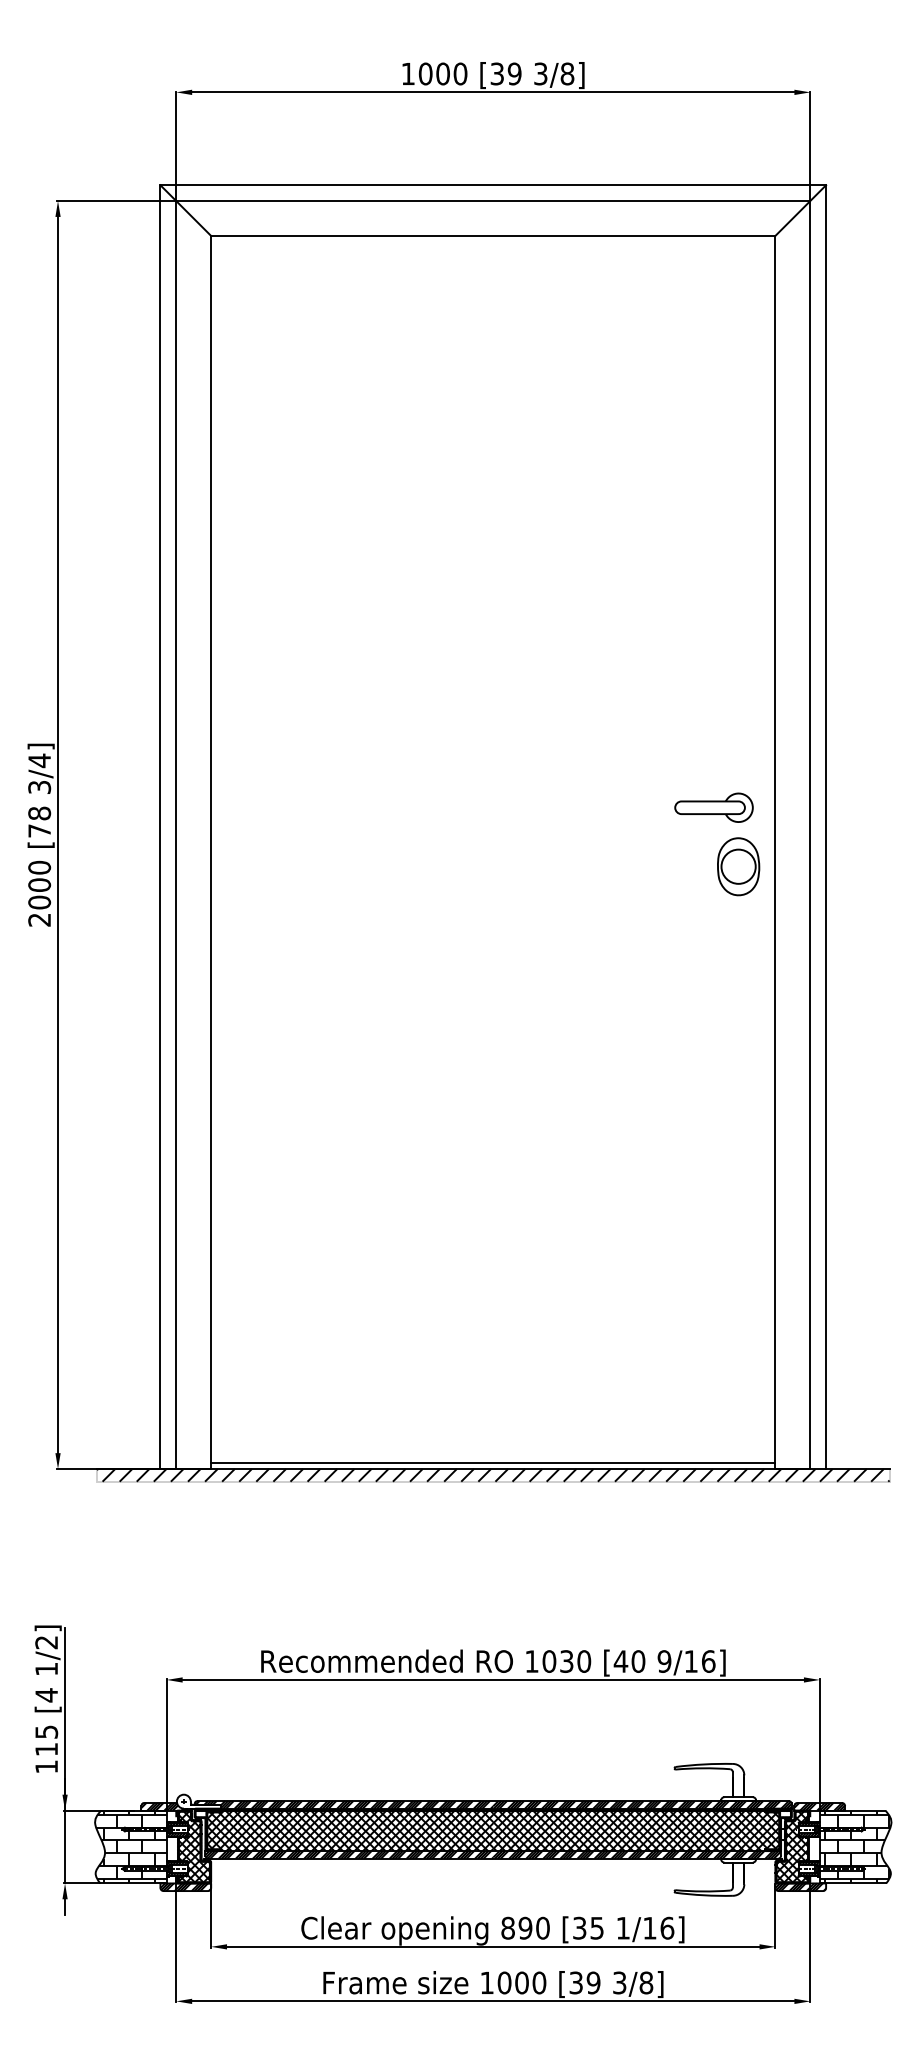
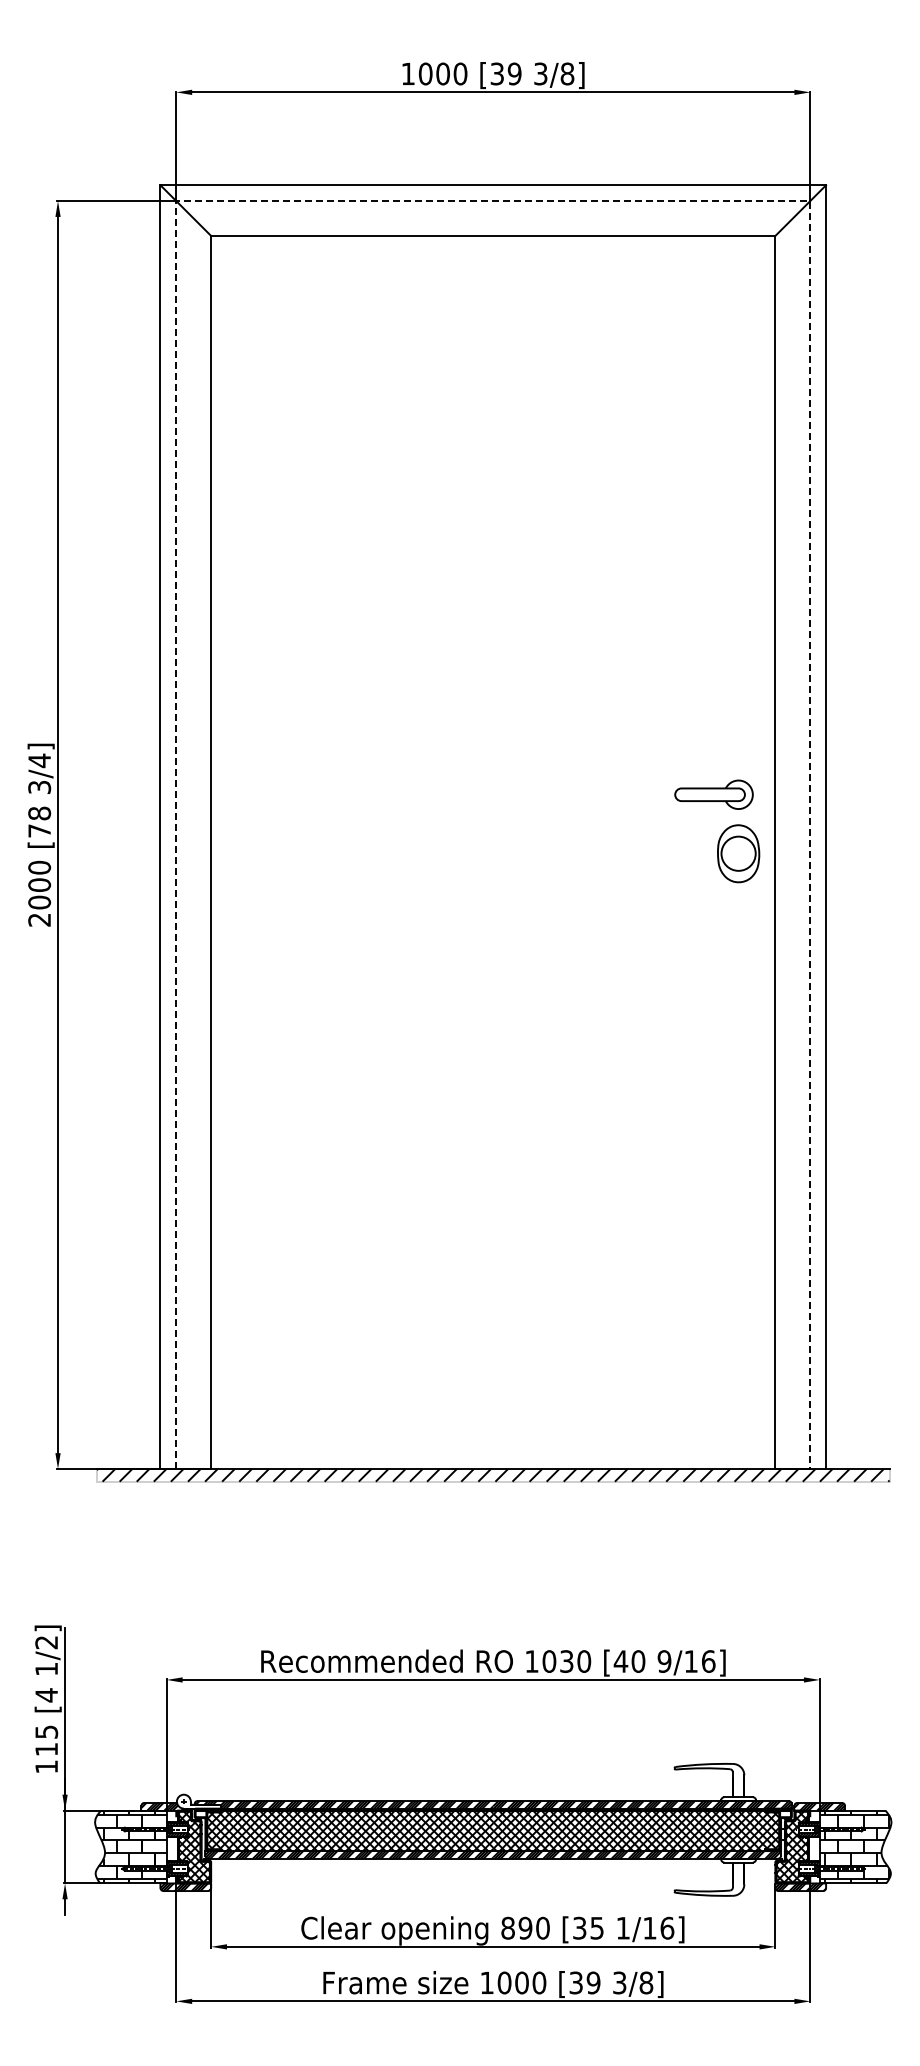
line at (493, 201): solid -> dashed
part at (717, 844) position: (717, 844) -> (717, 831)
line at (493, 1462): present -> none
